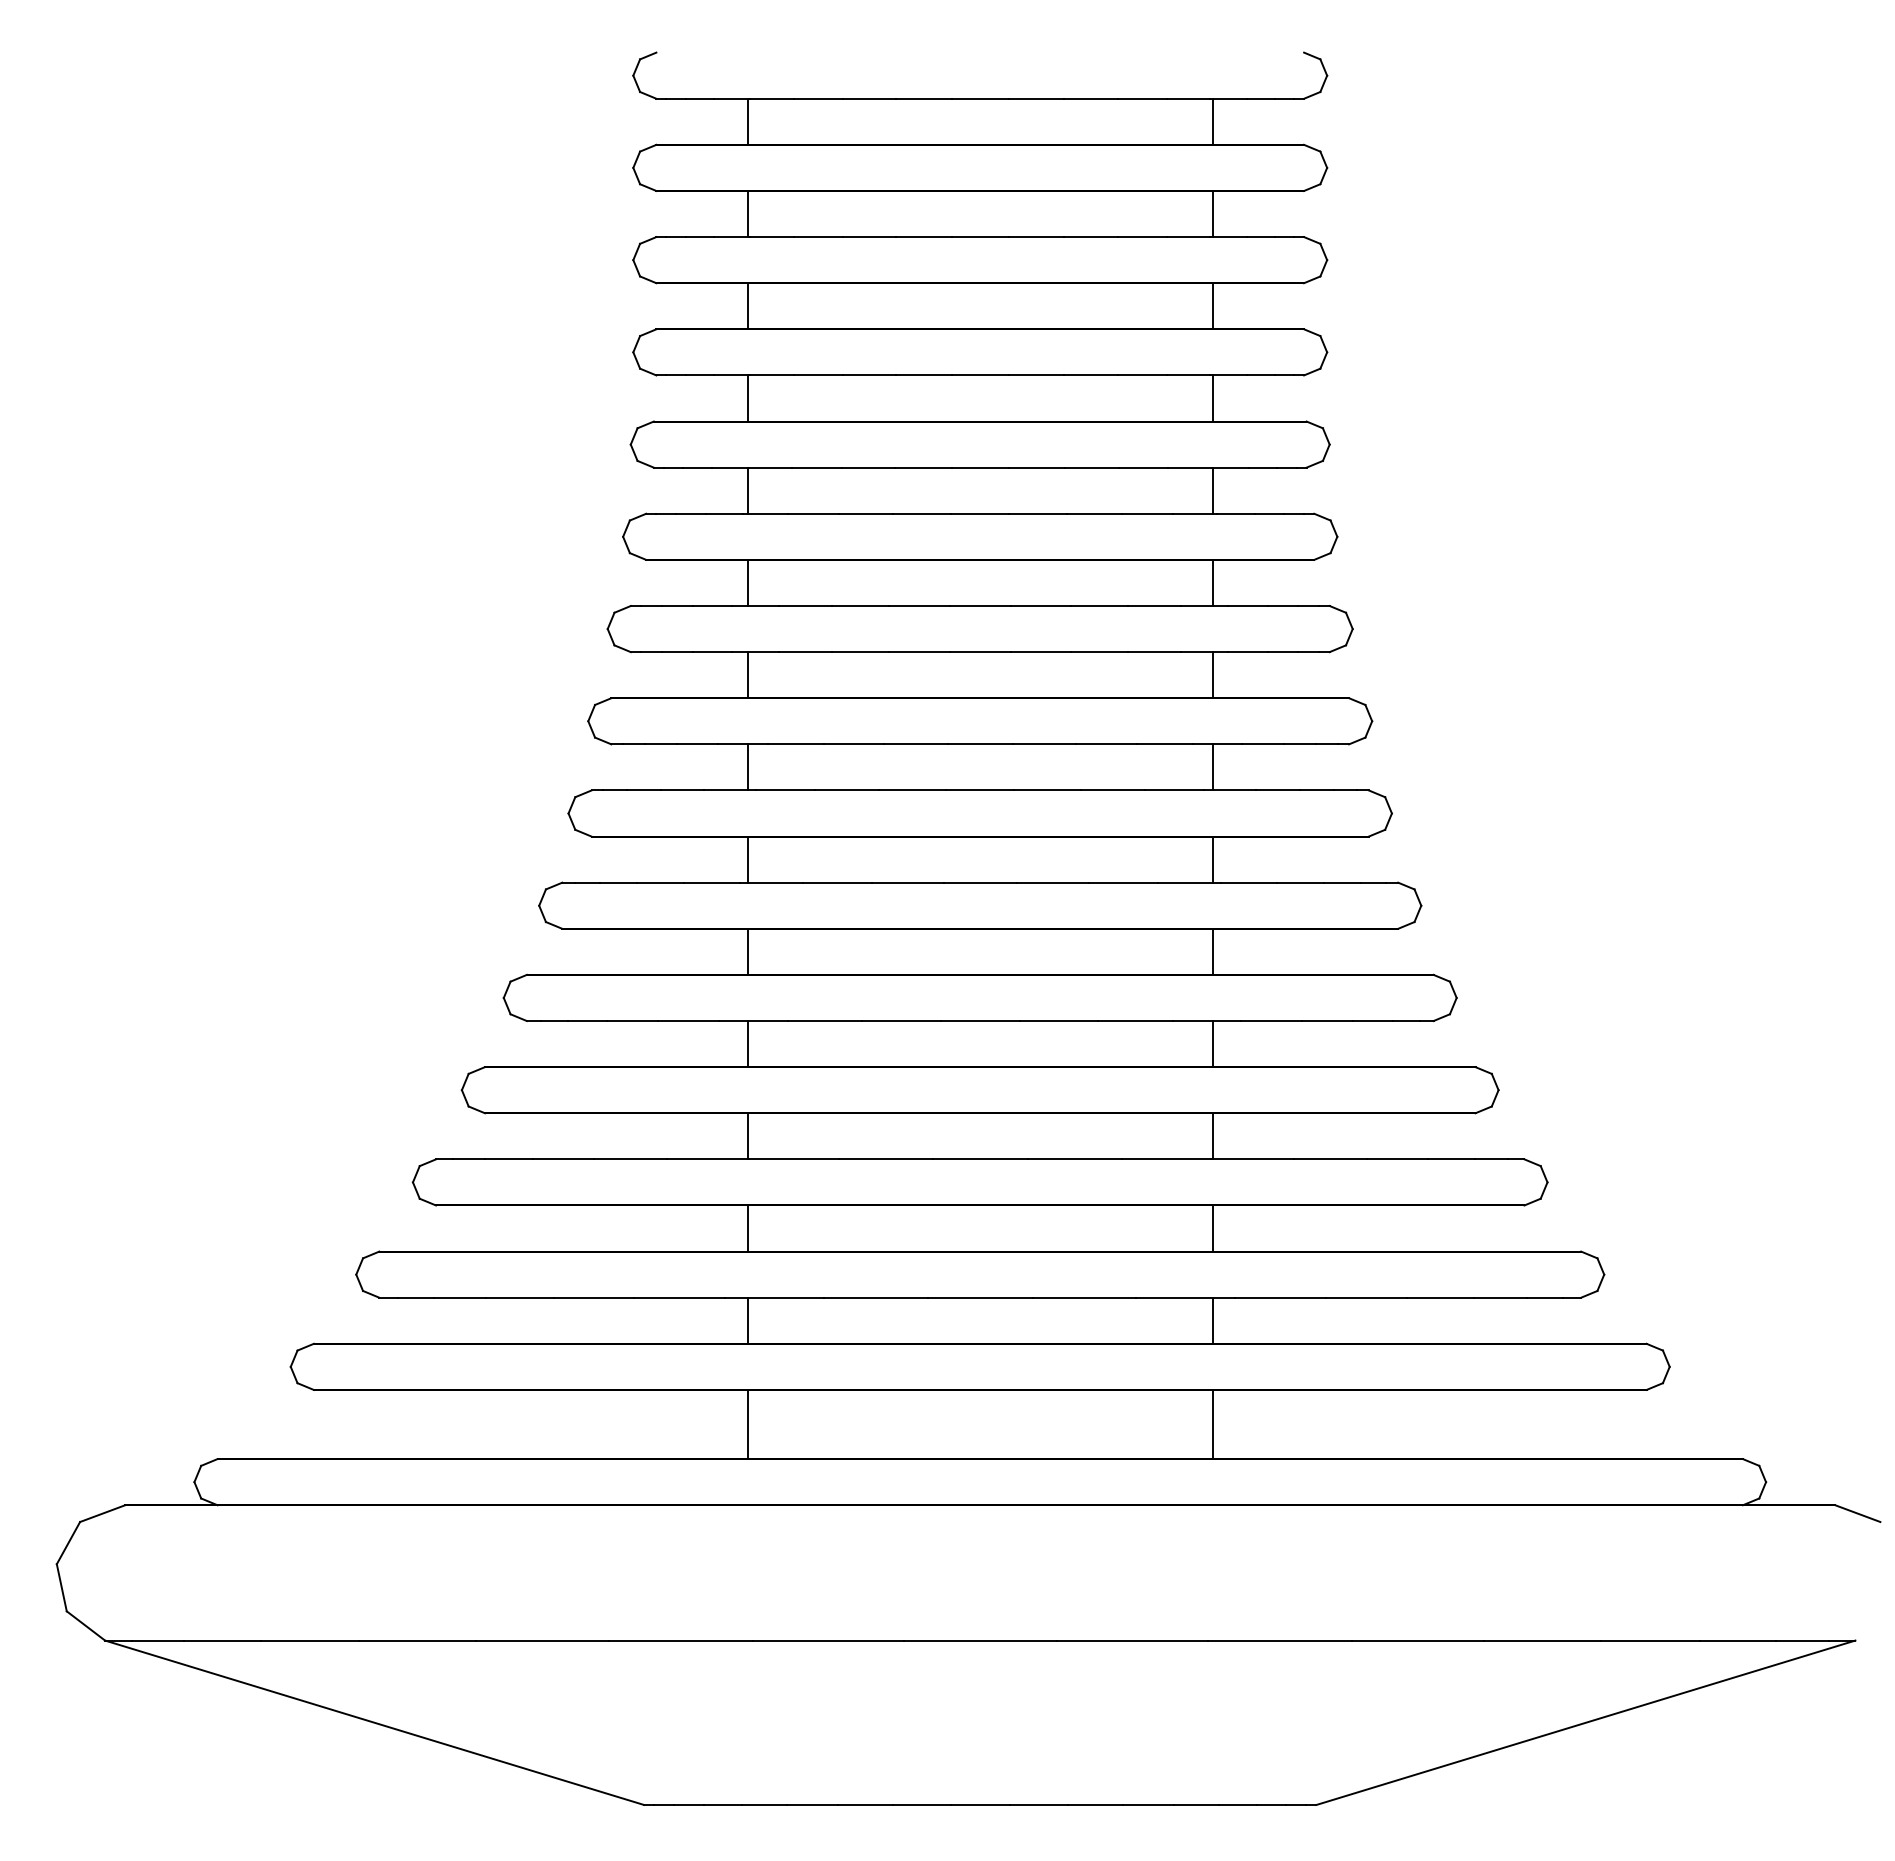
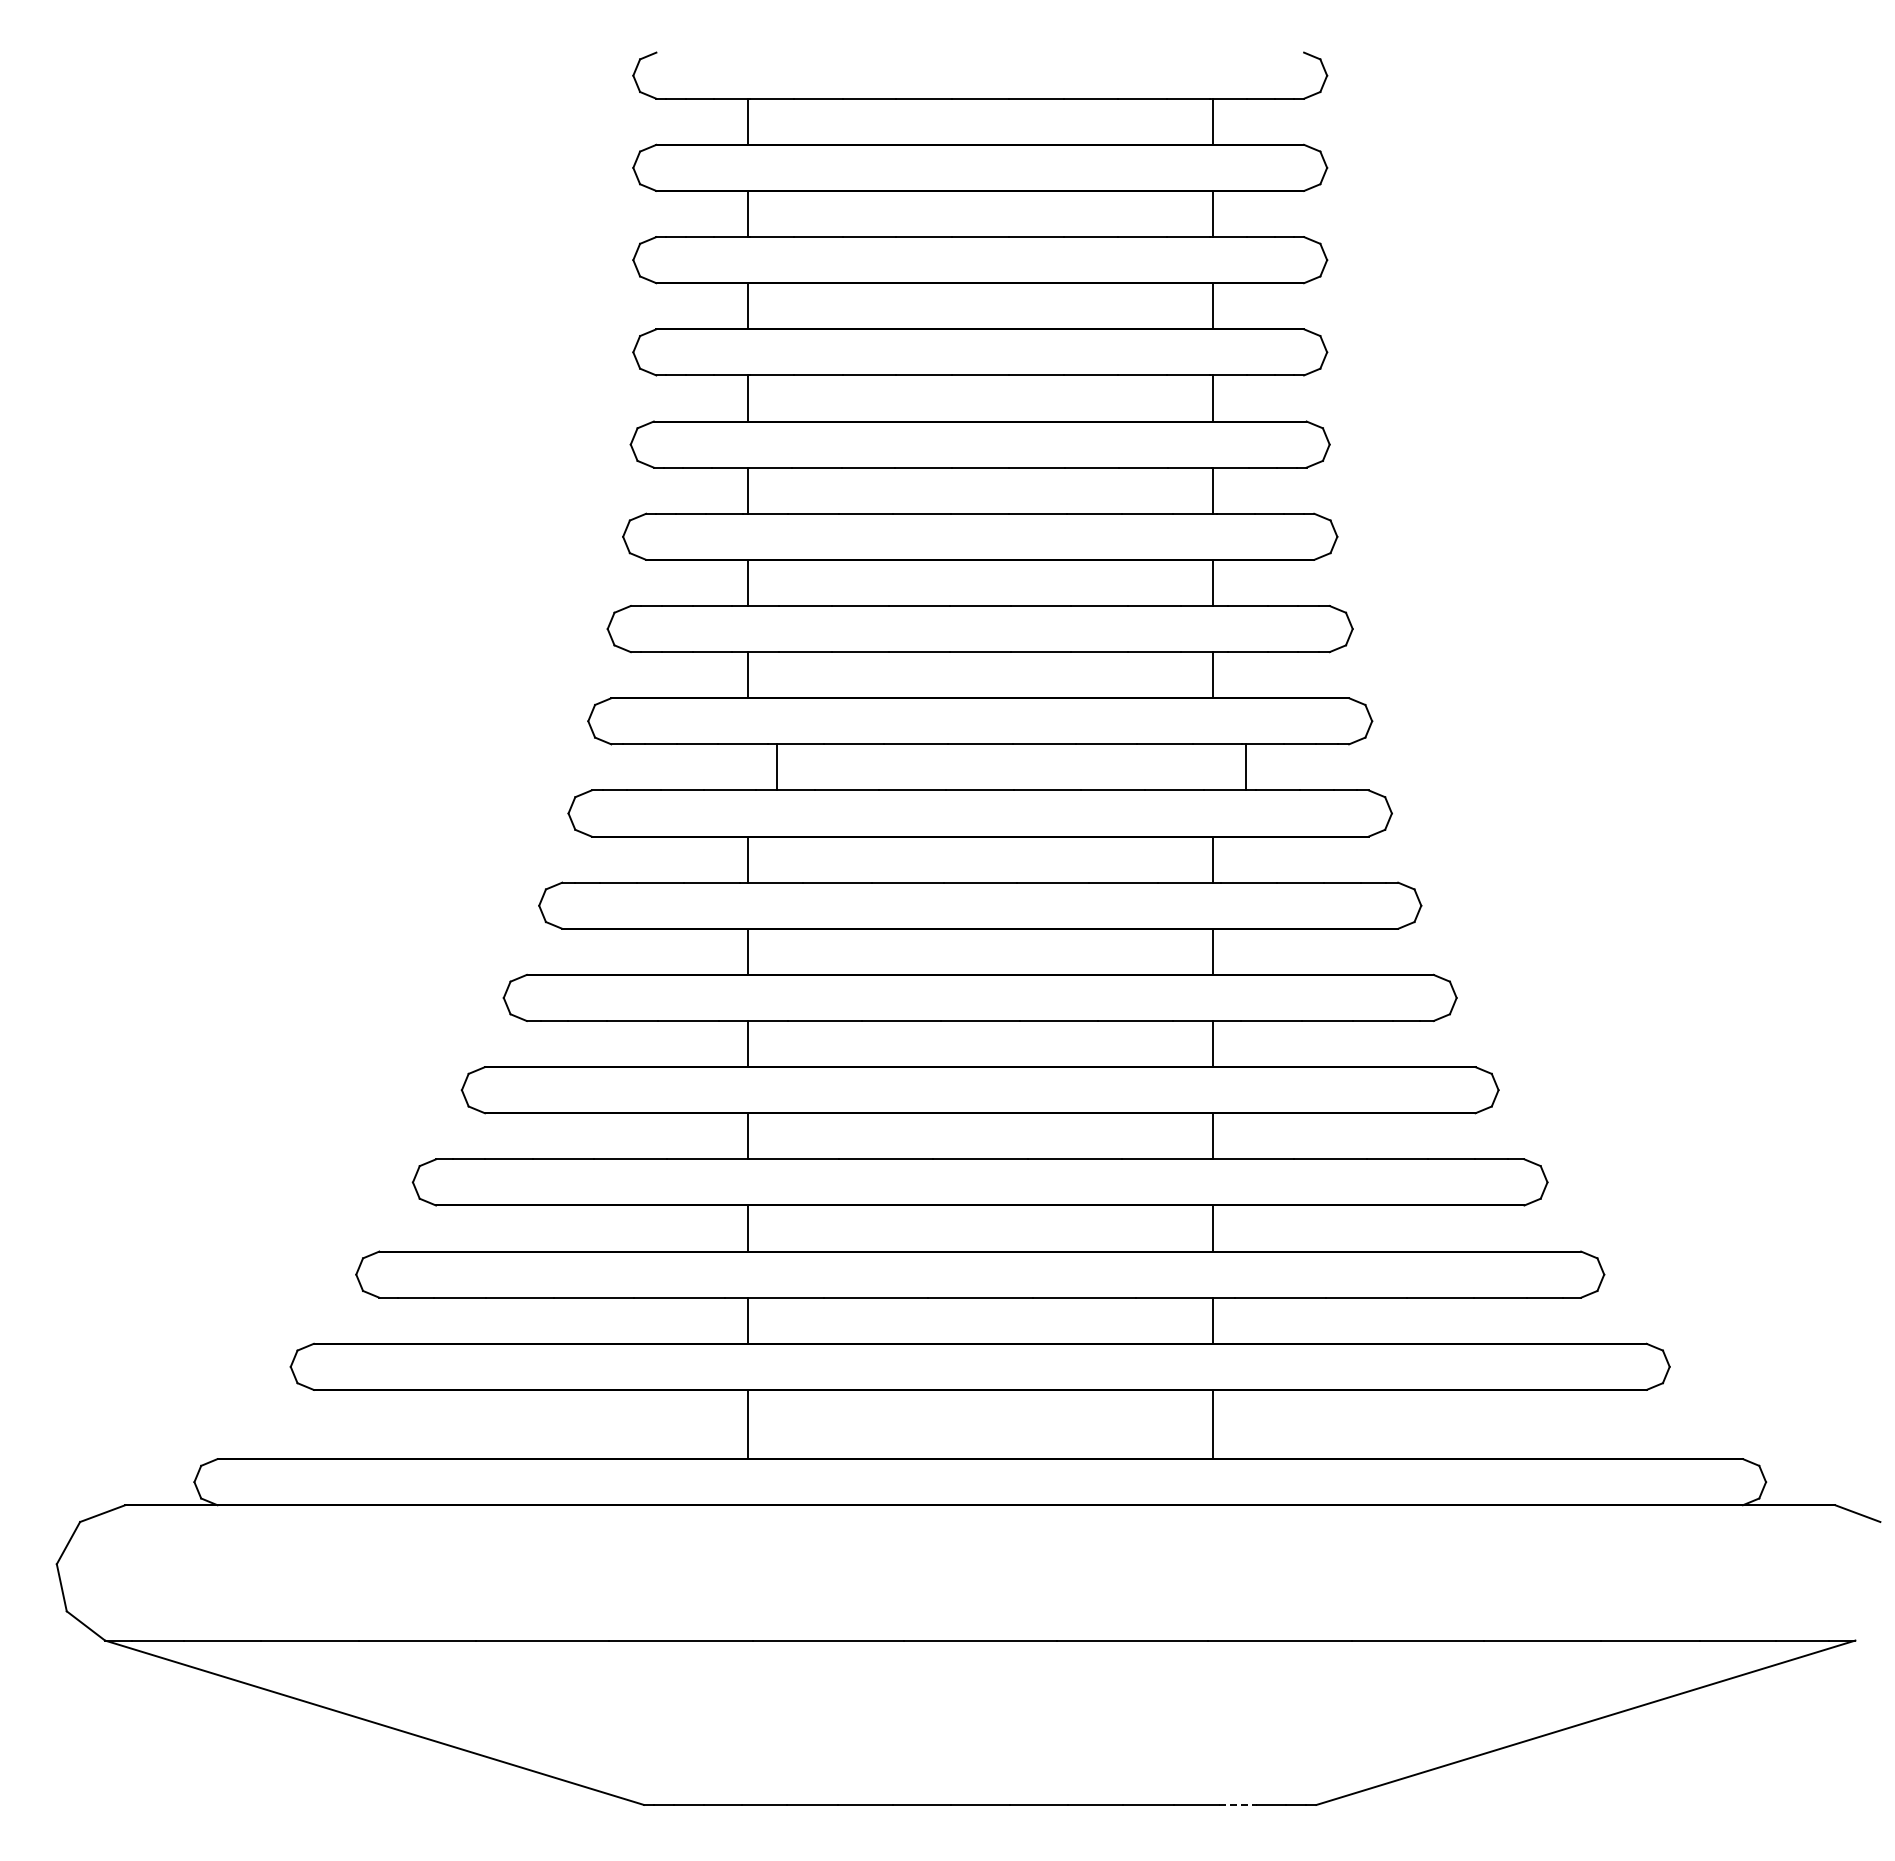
line at (747, 767) position: (747, 767) -> (776, 767)
line at (1212, 767) position: (1212, 767) -> (1245, 767)
line at (1237, 1804): solid -> dashed
